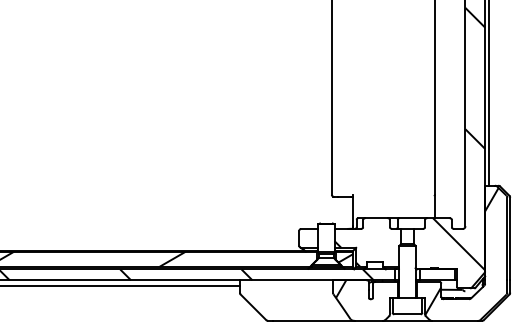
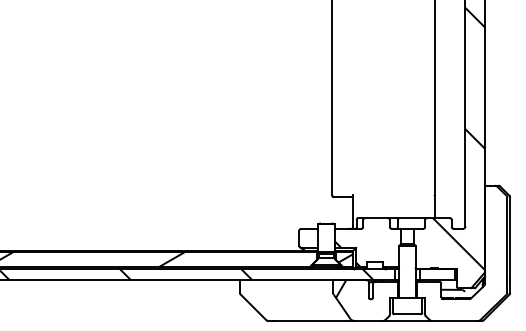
line at (488, 93): present -> none
hatch at (461, 251): present -> none
line at (120, 285): present -> none
